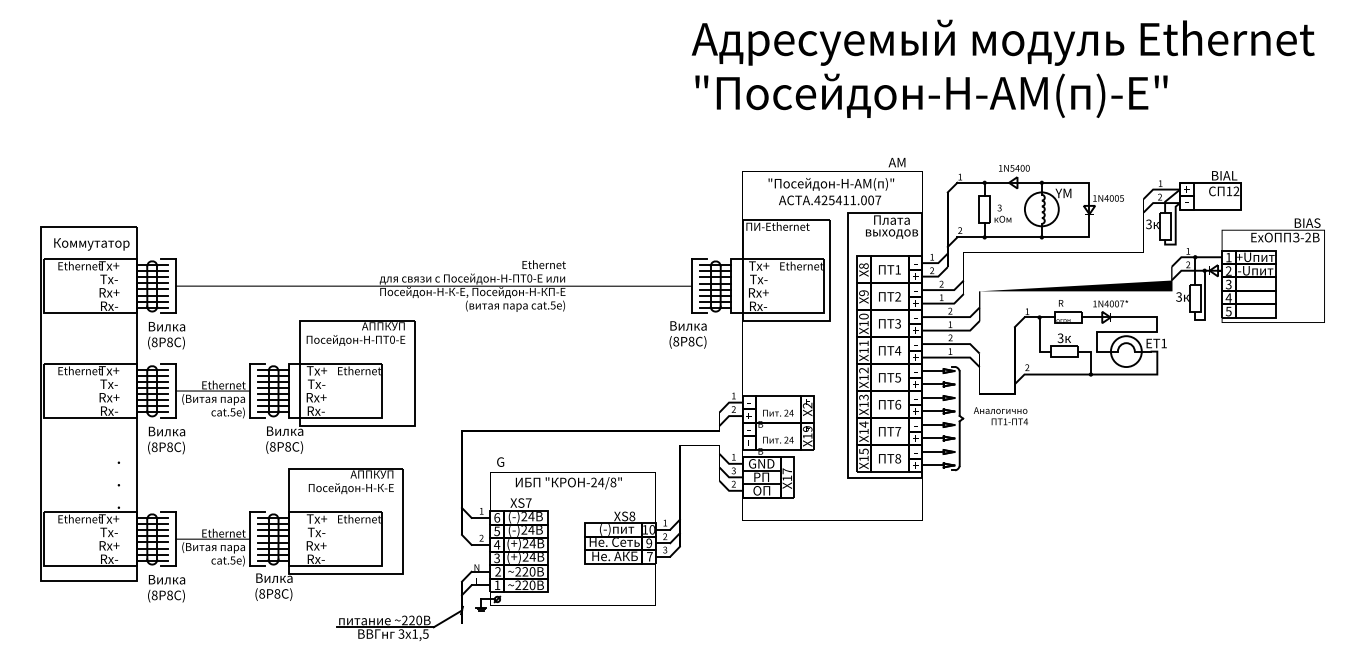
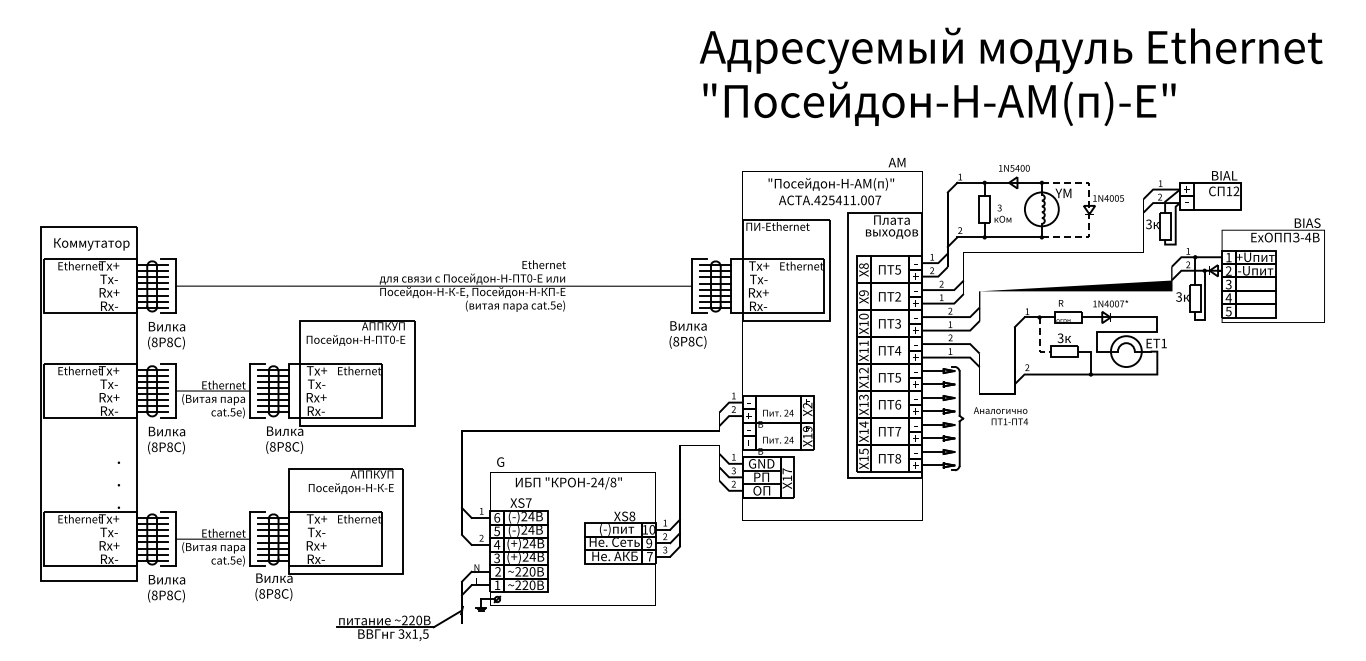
text at (1002, 68) position: (1002, 68) -> (1010, 76)
line at (1089, 210): solid -> dashed
text at (1308, 237): -2 -> -4
text at (897, 269): 1 -> 5
line at (1039, 340): solid -> dashed
